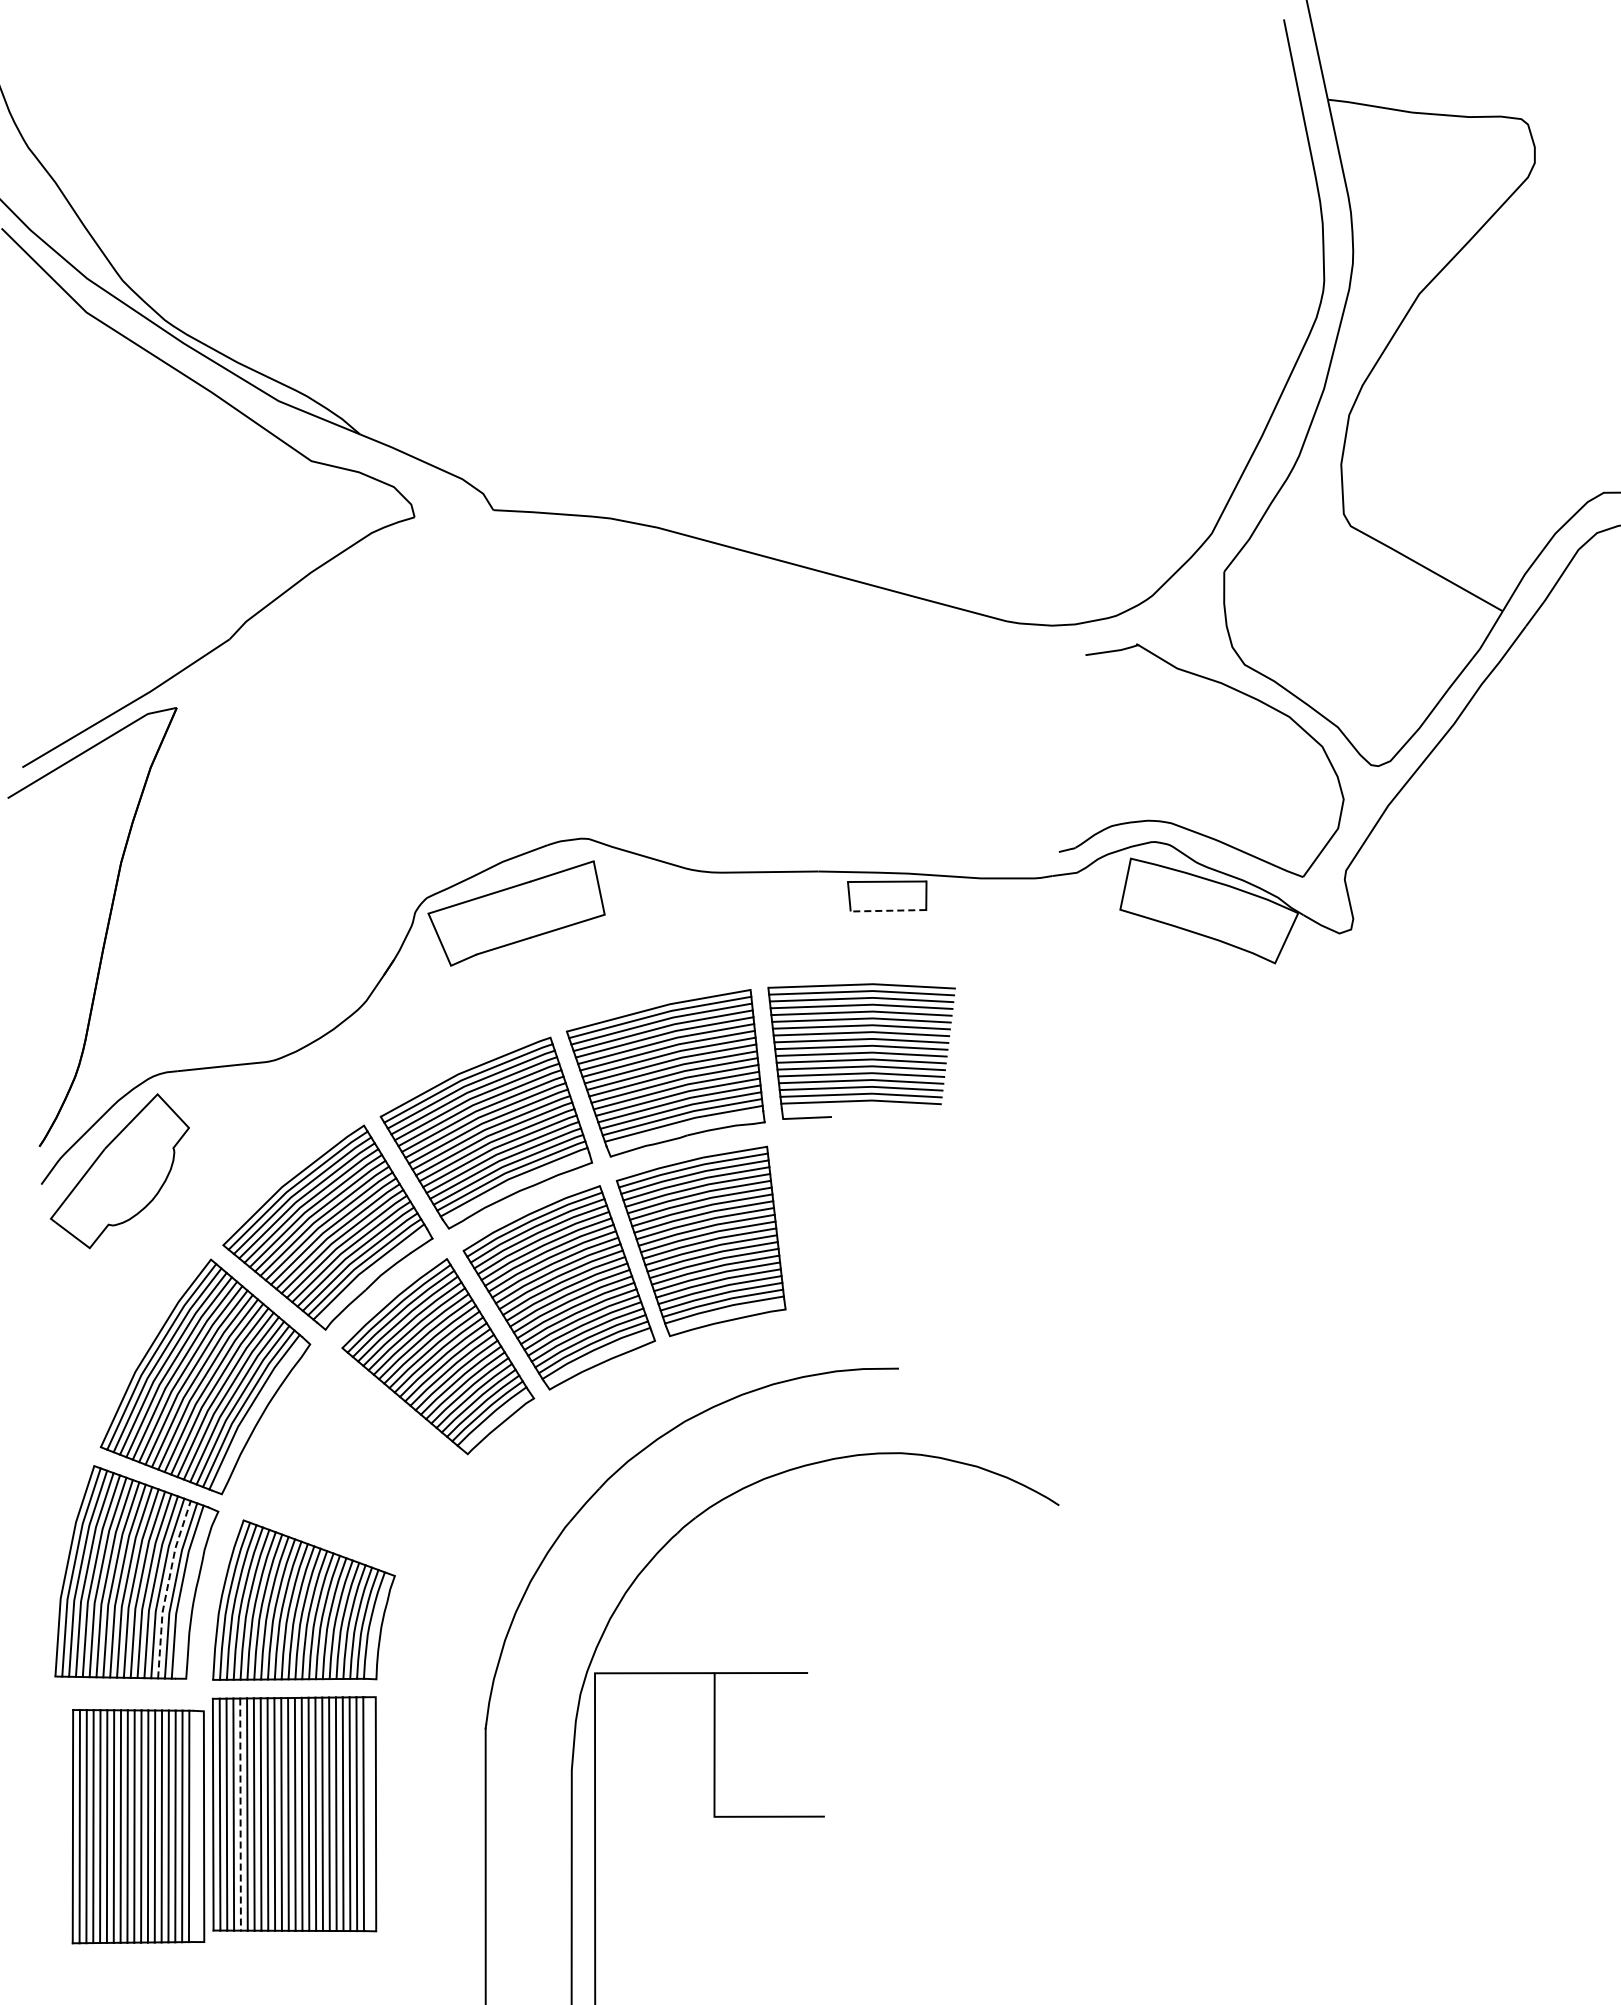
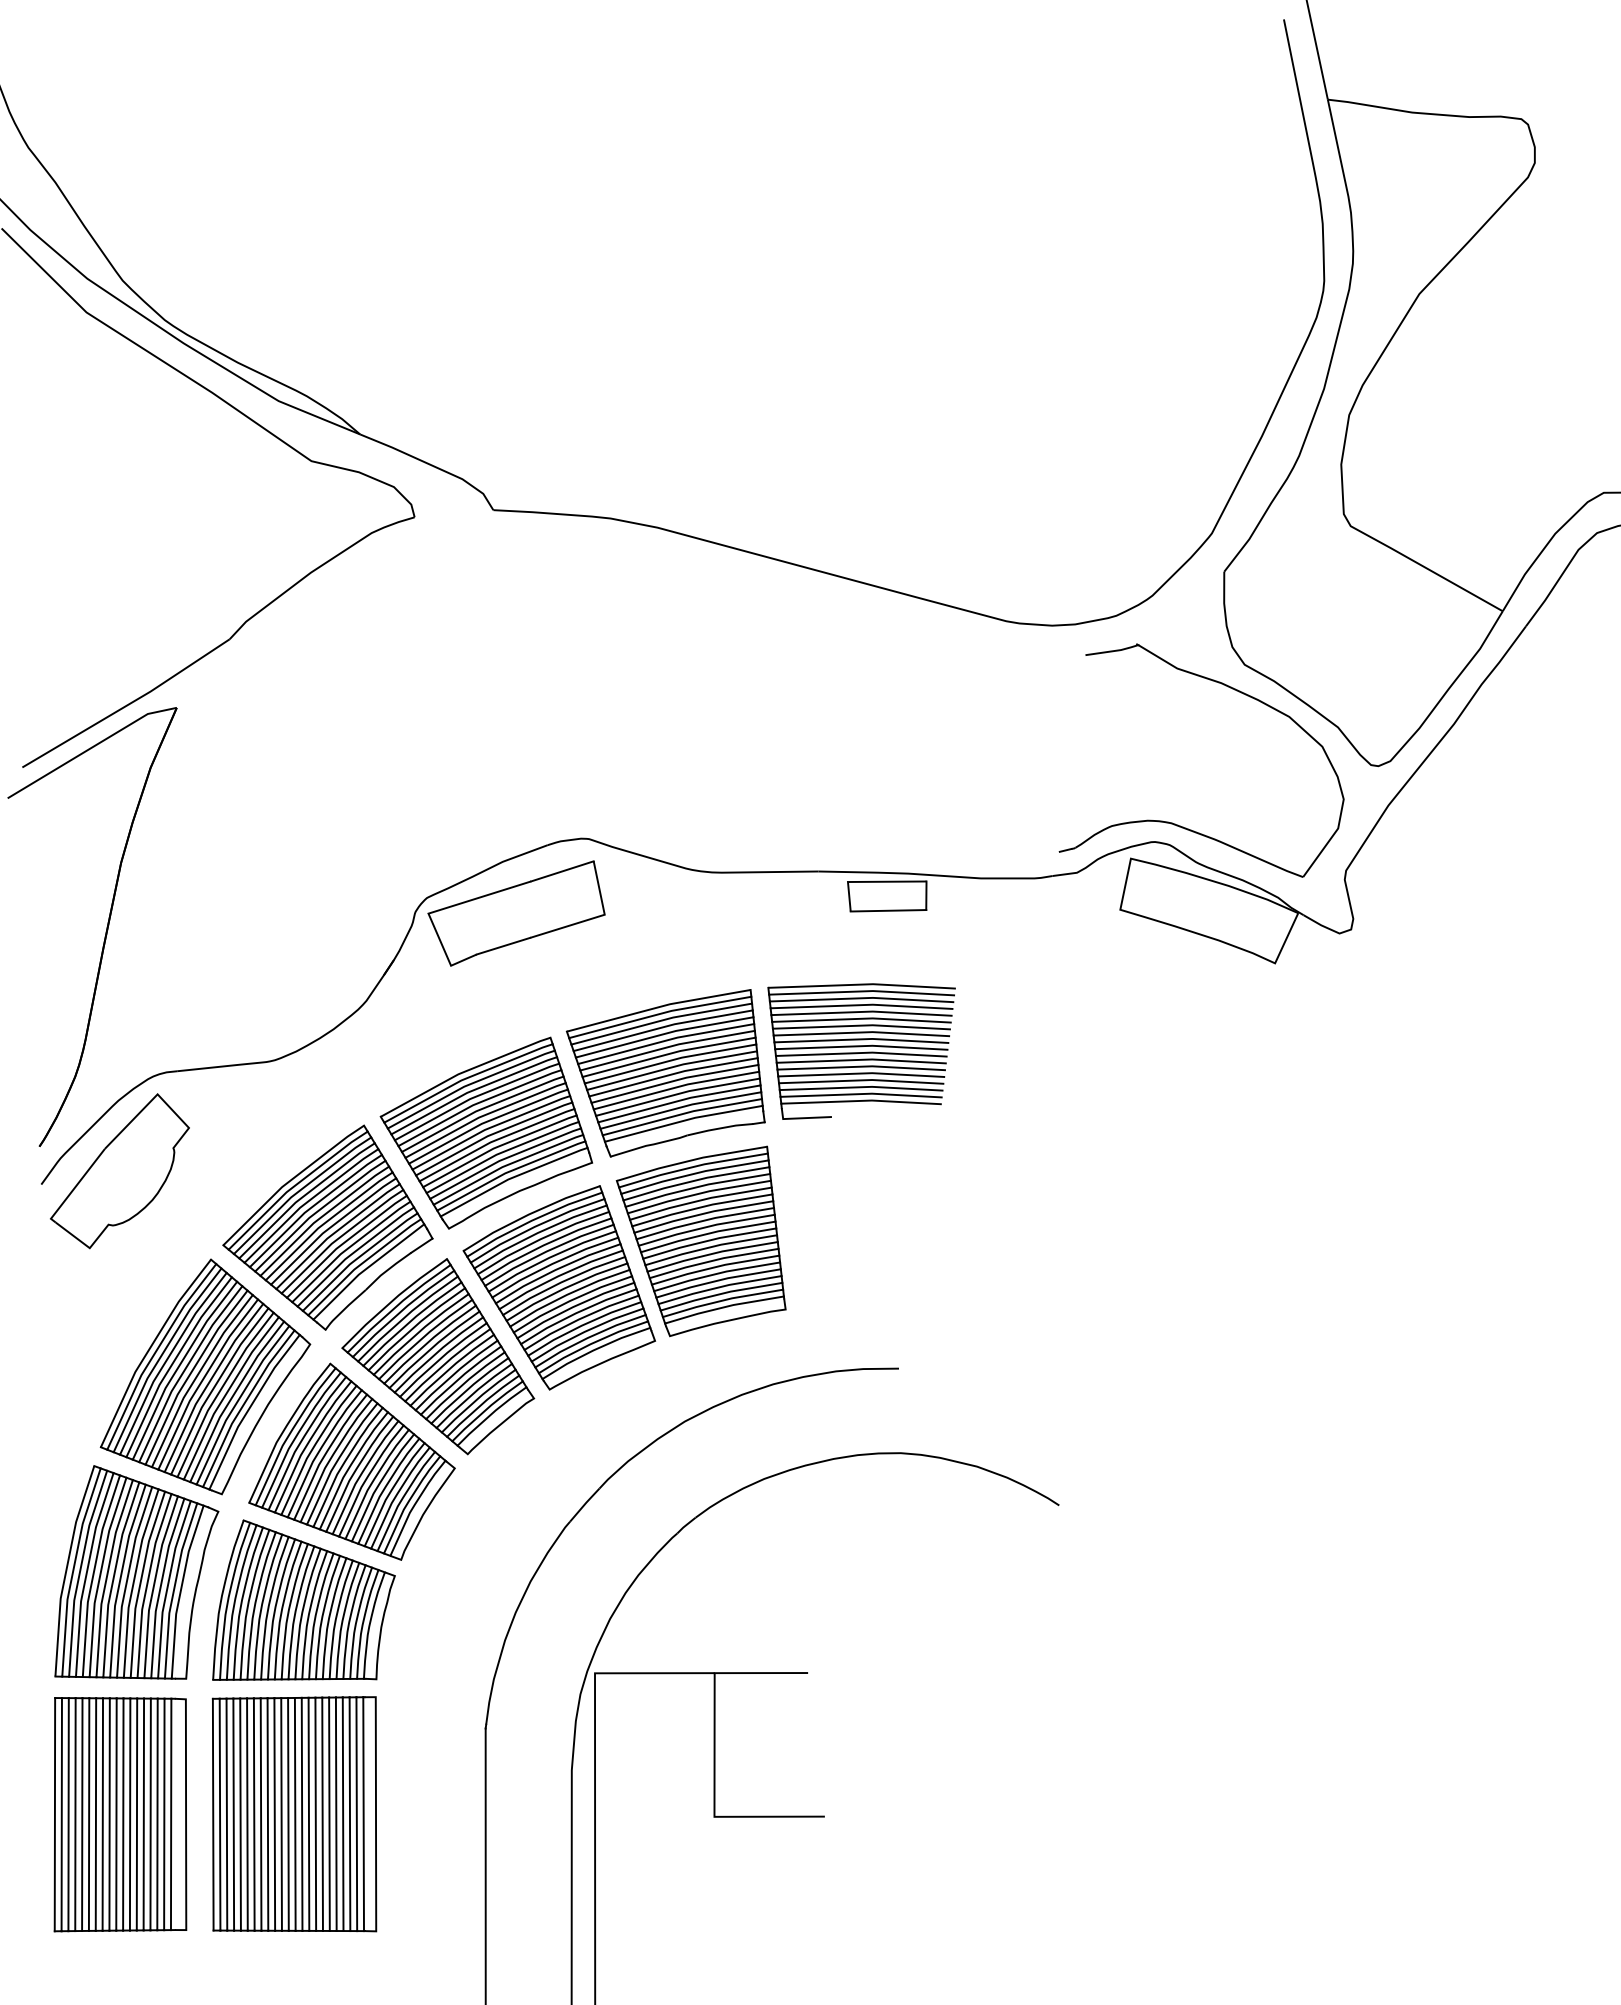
line at (888, 910): dashed -> solid
part at (351, 1461): none -> present
line at (167, 1587): dashed -> solid
line at (240, 1815): dashed -> solid
part at (138, 1826) position: (138, 1826) -> (120, 1814)
